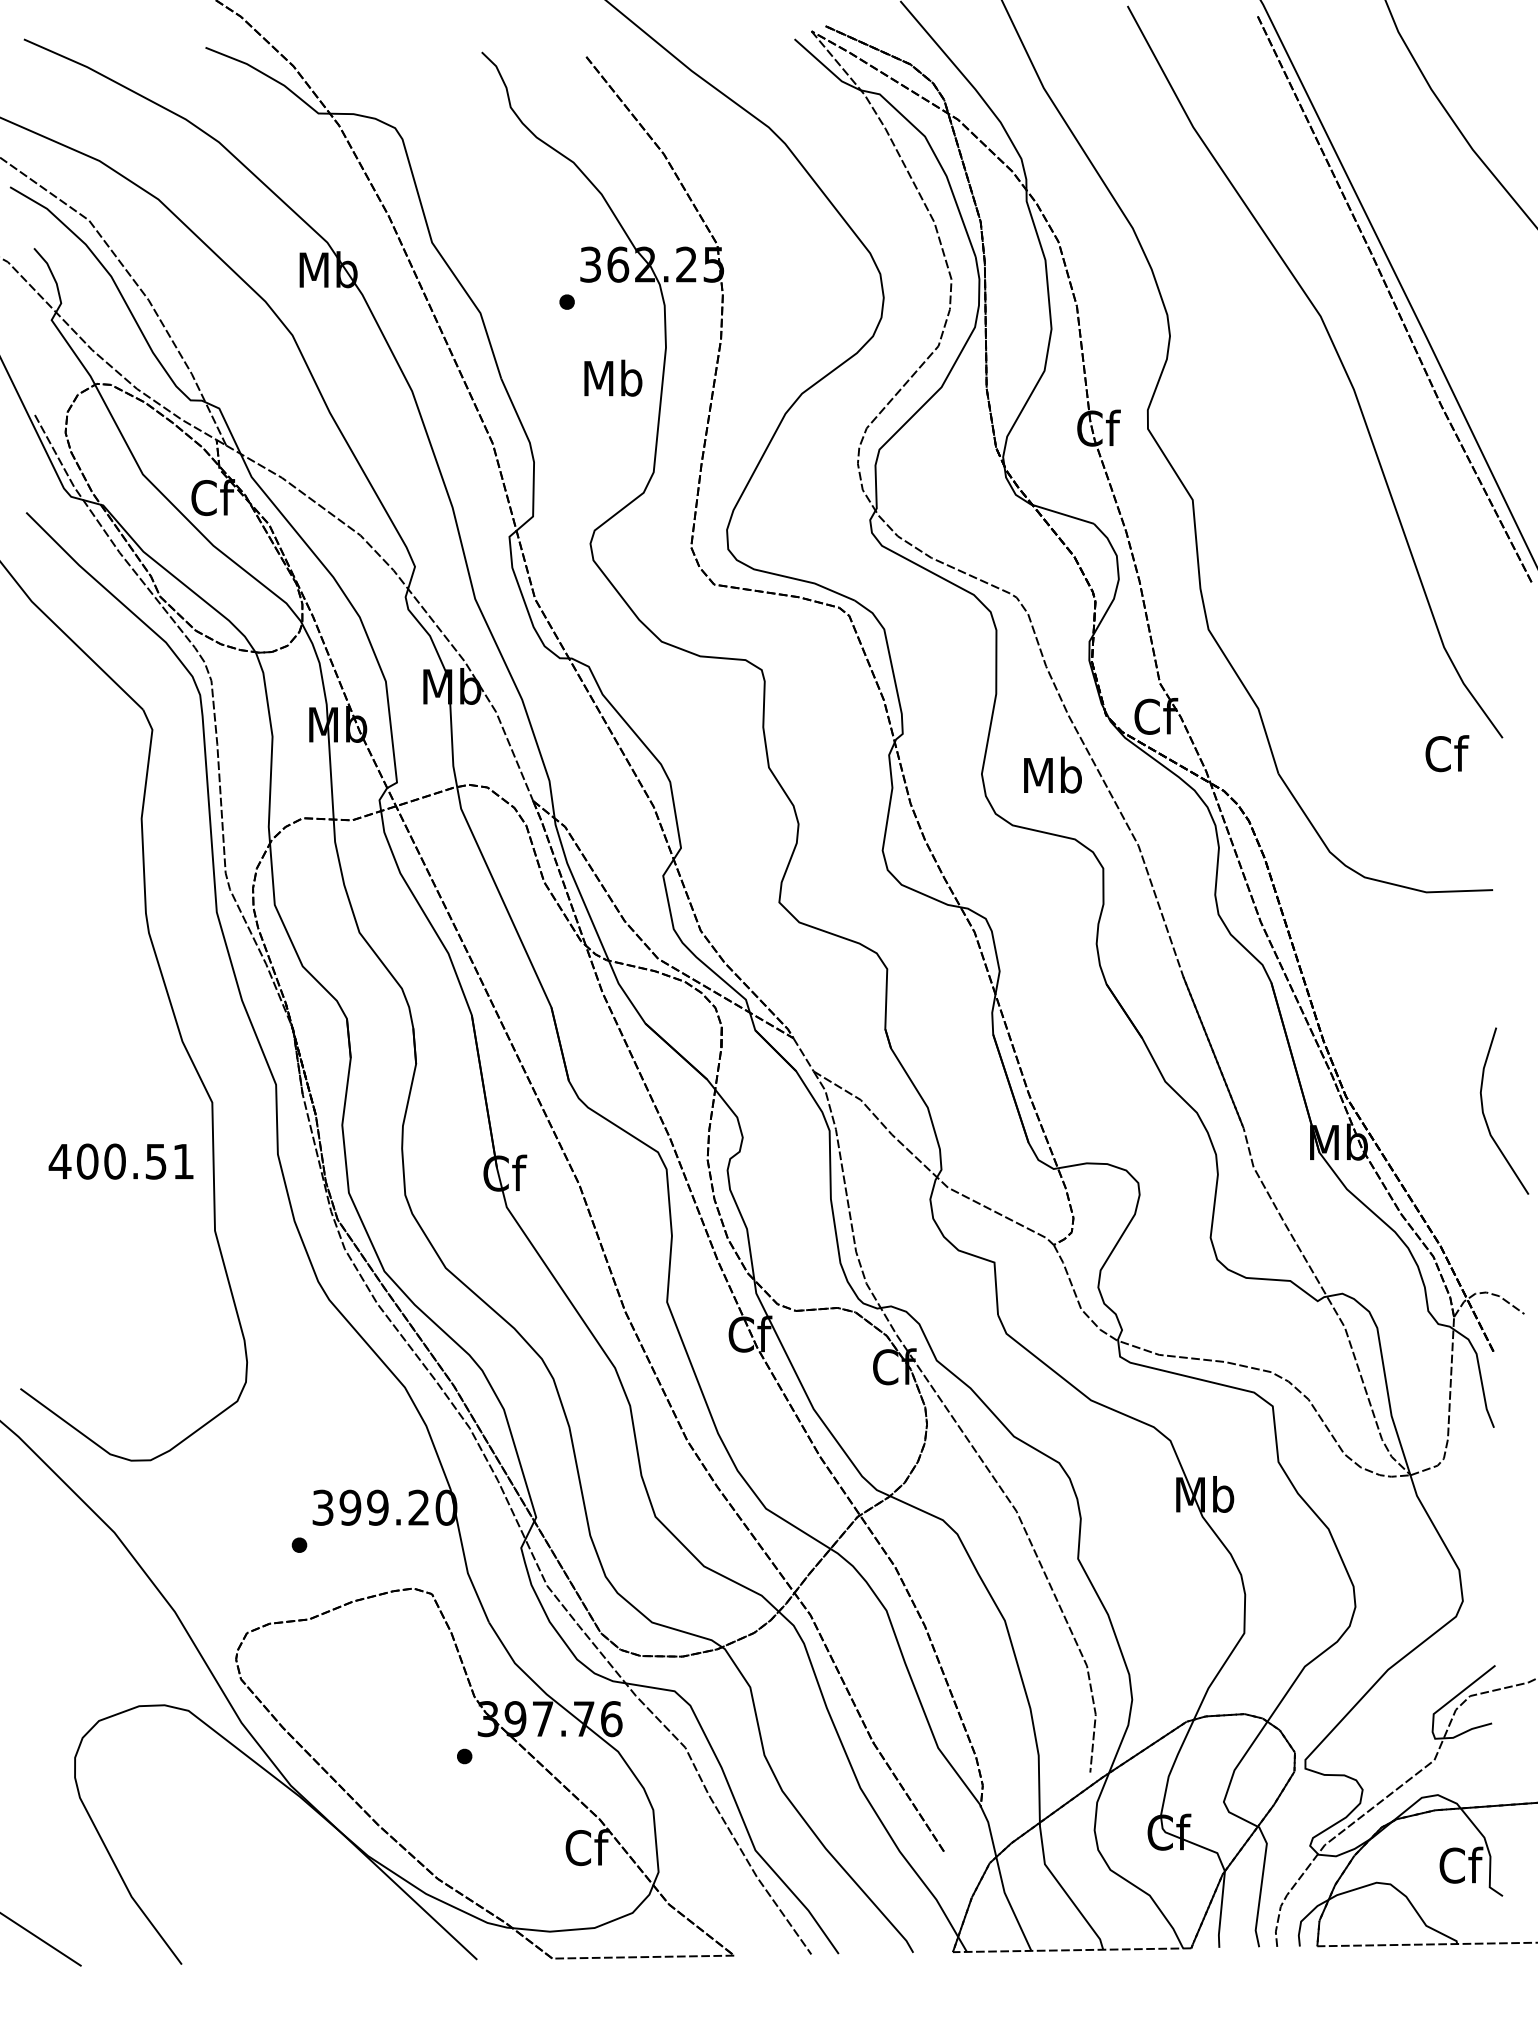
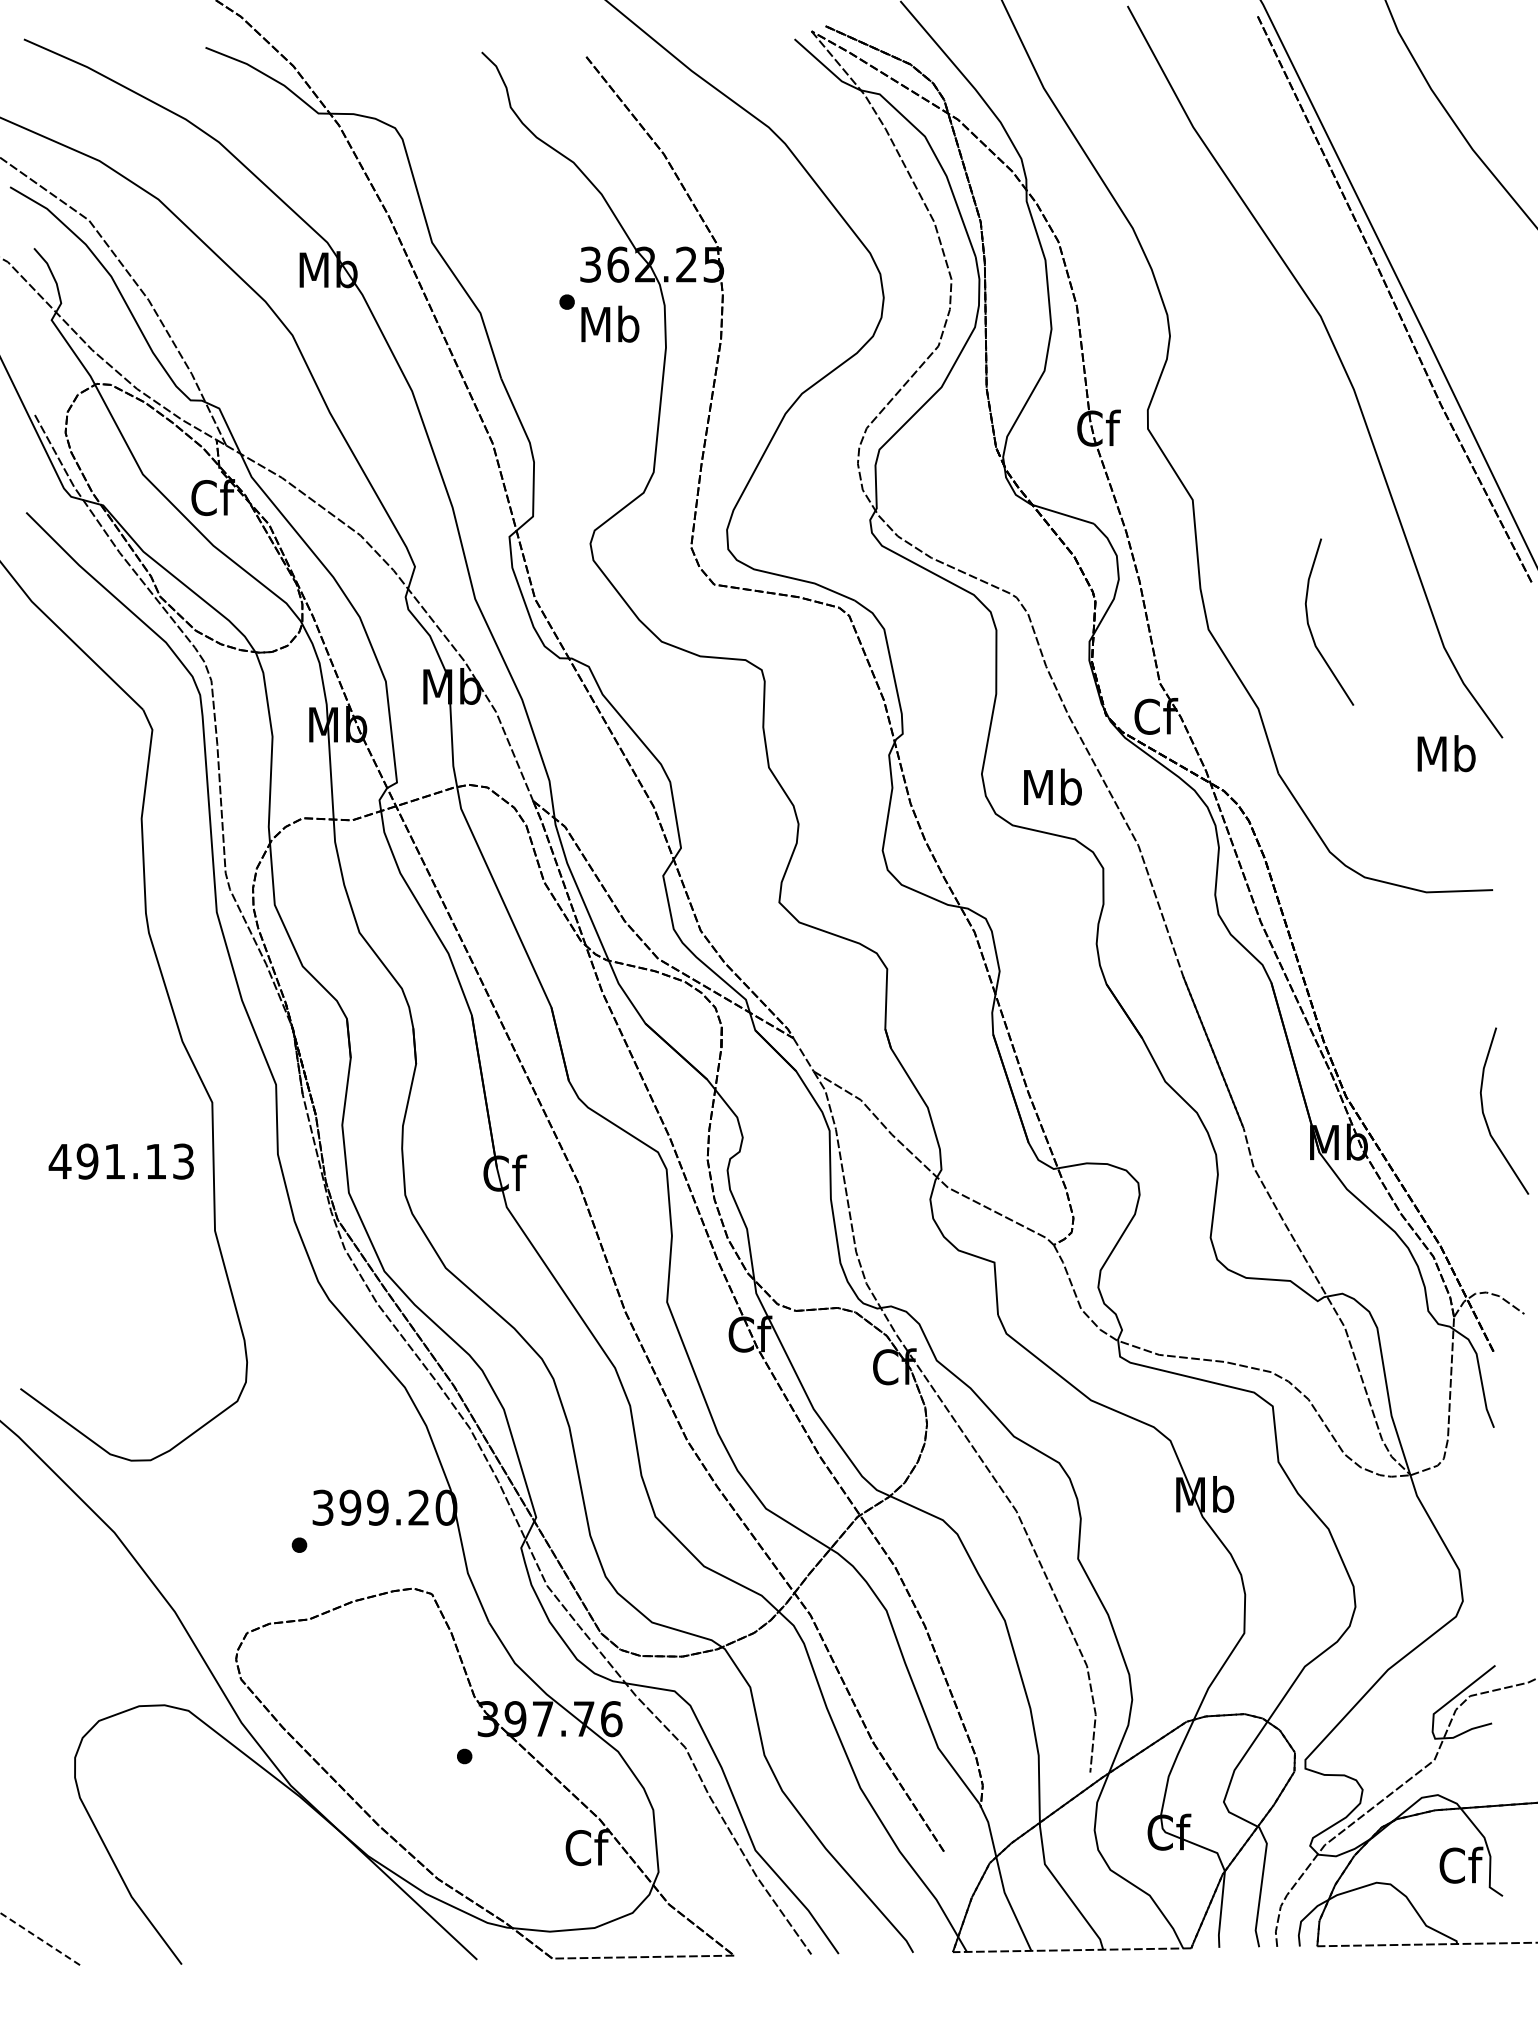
text at (613, 377) position: (613, 377) -> (610, 323)
curve at (1310, 627): none -> present
text at (1446, 753): Cf -> Mb
text at (1052, 774) position: (1052, 774) -> (1052, 786)
text at (134, 1161): 400.51 -> 491.13
line at (41, 1940): solid -> dashed
